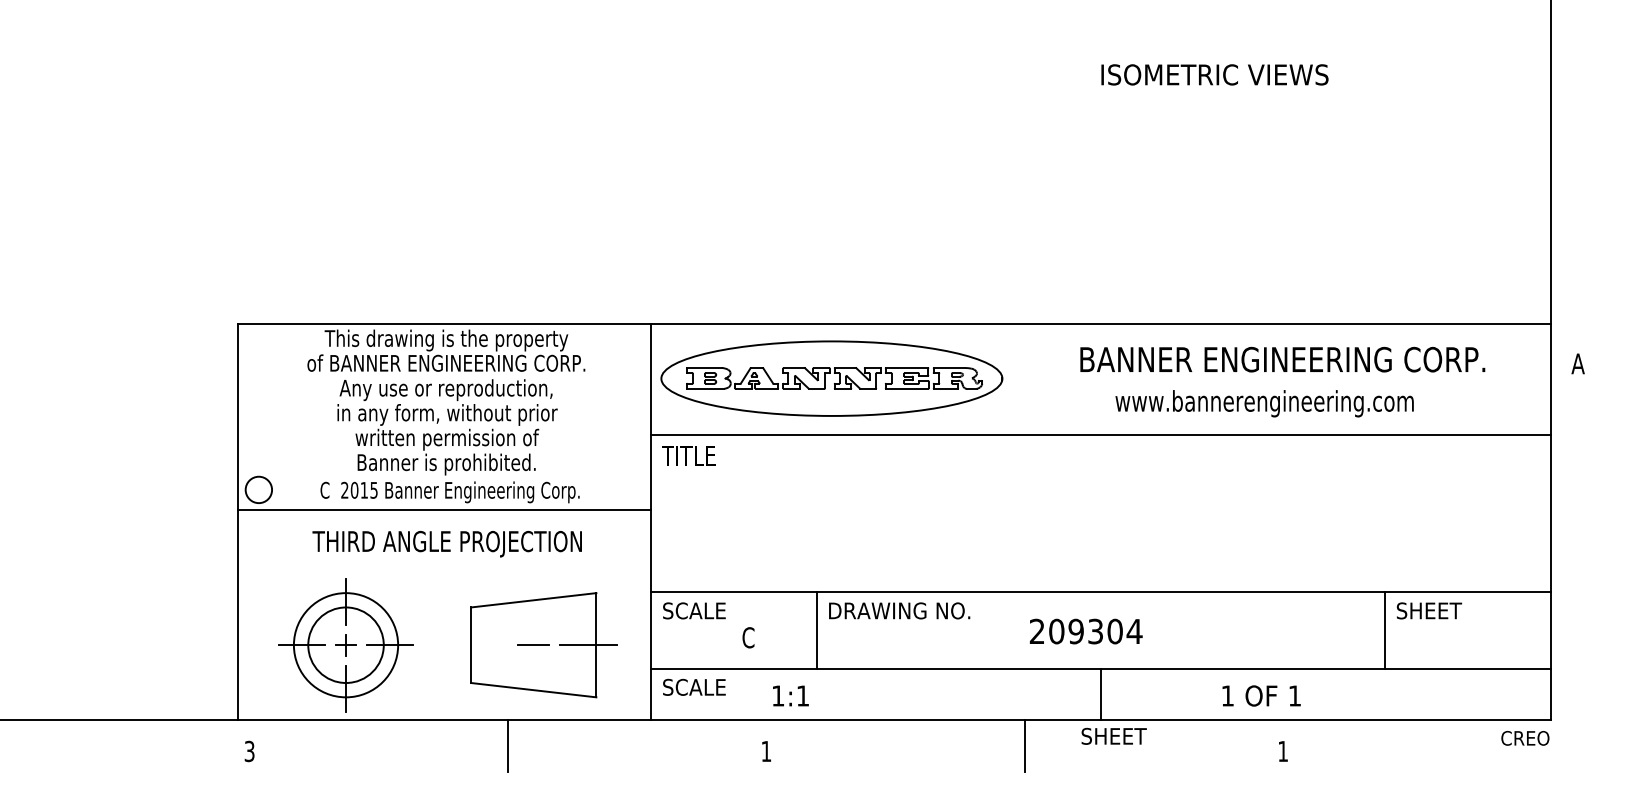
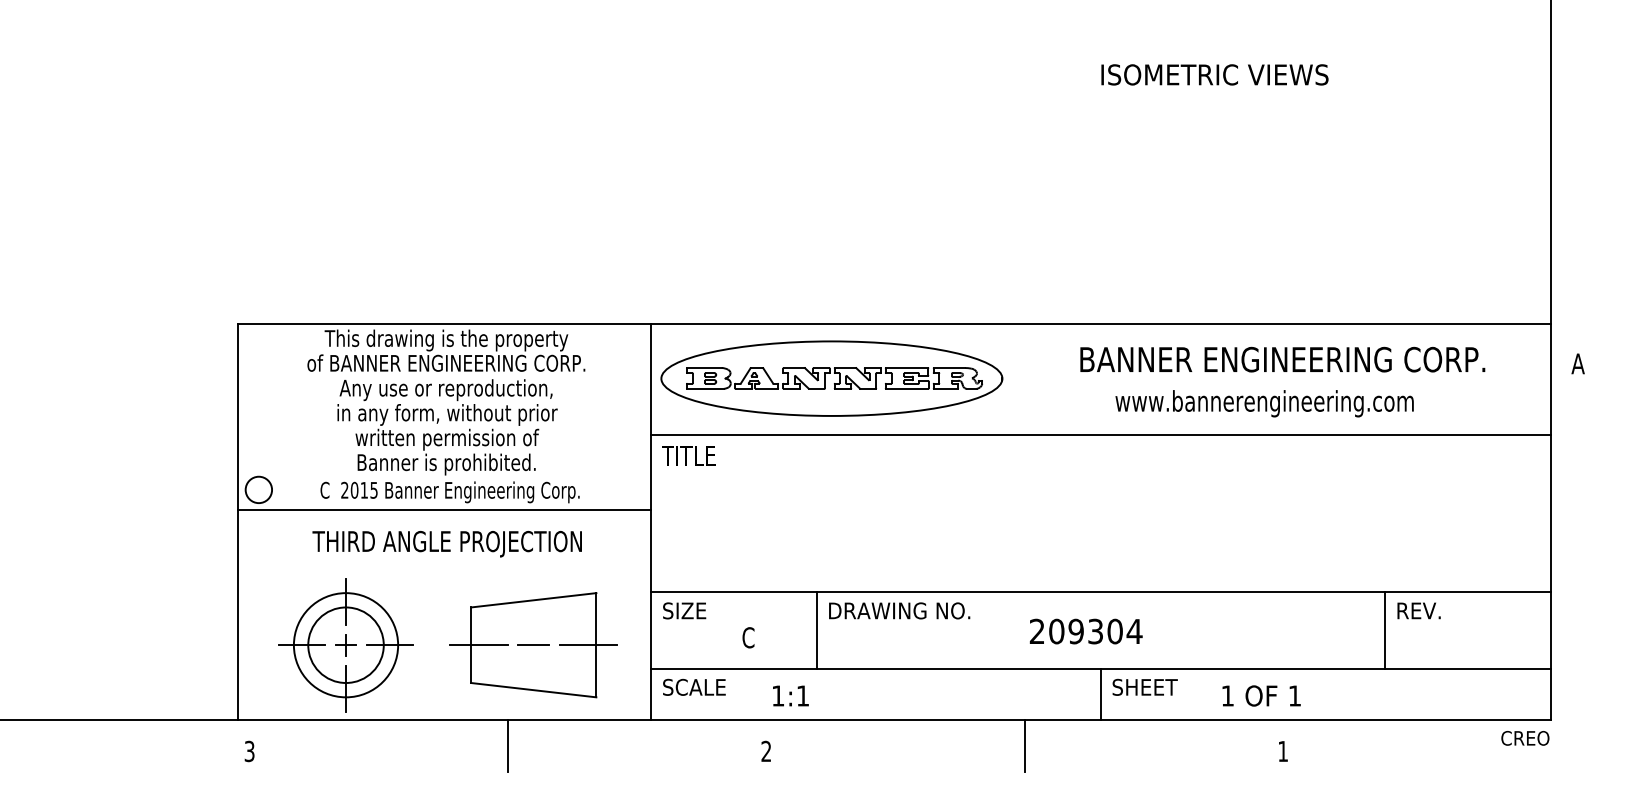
text at (700, 610): SCALE -> SIZE
text at (1429, 610): SHEET -> REV.
line at (478, 645): none -> present
text at (1113, 735) position: (1113, 735) -> (1144, 686)
text at (766, 750): 1 -> 2
